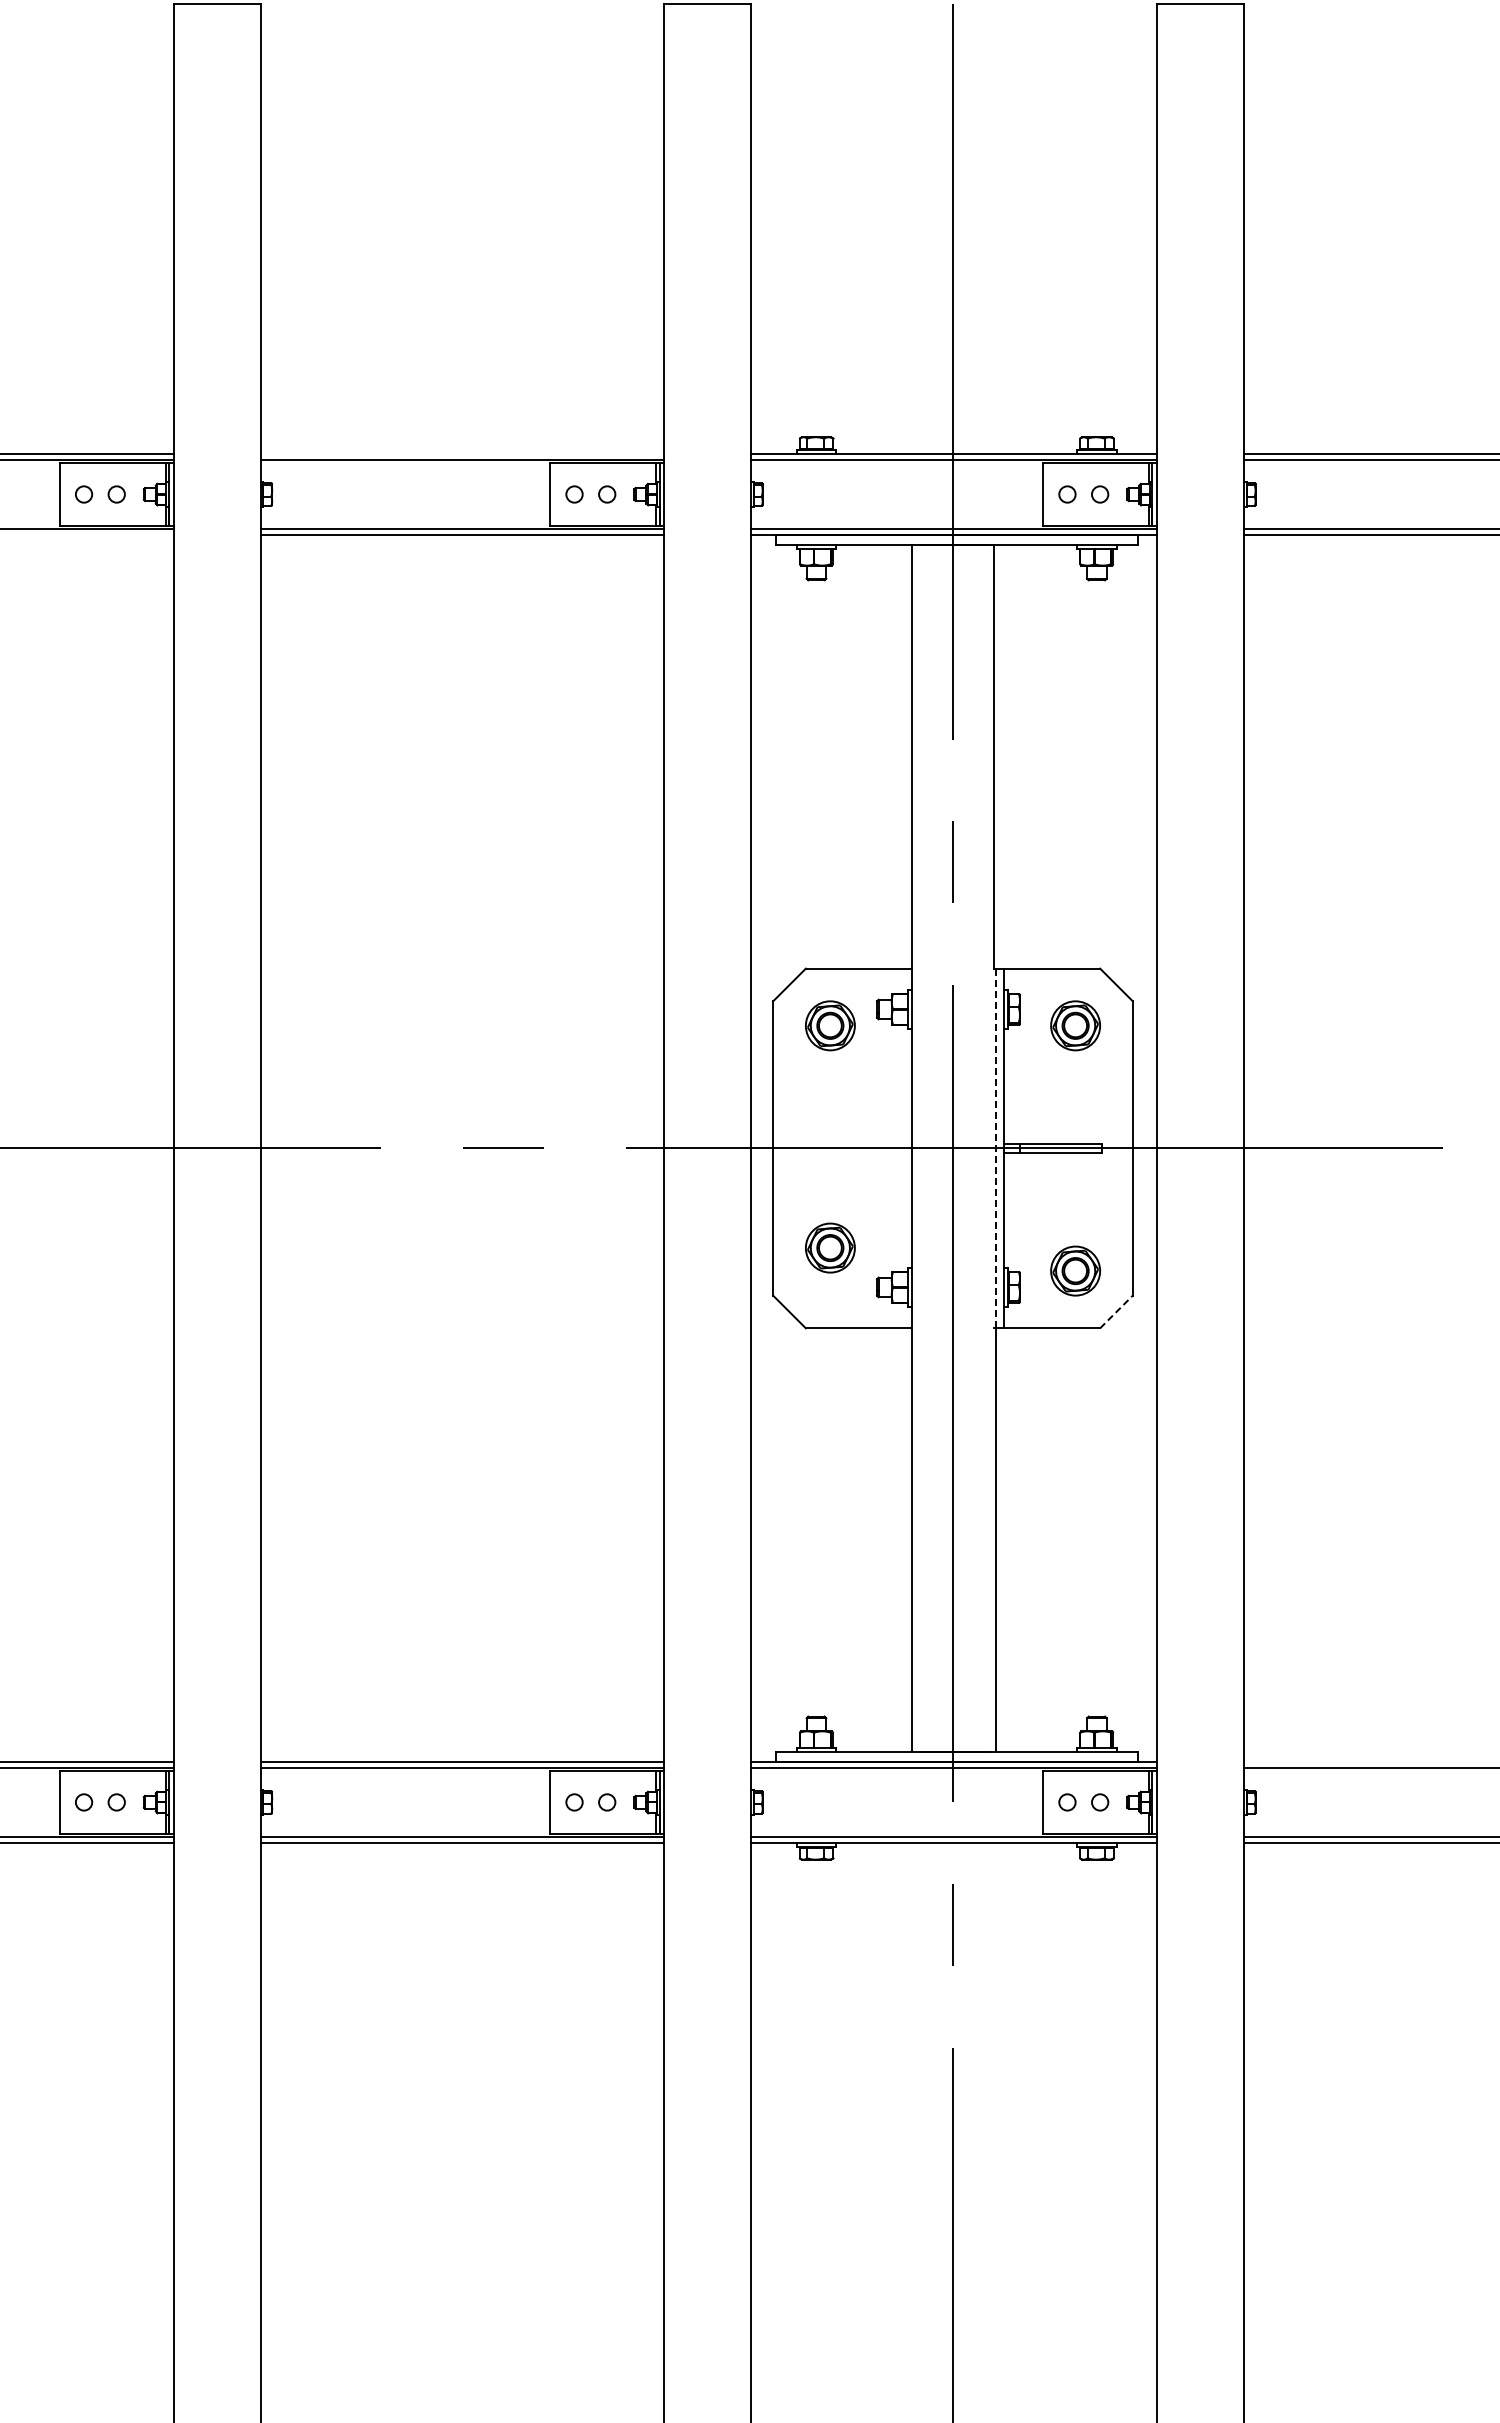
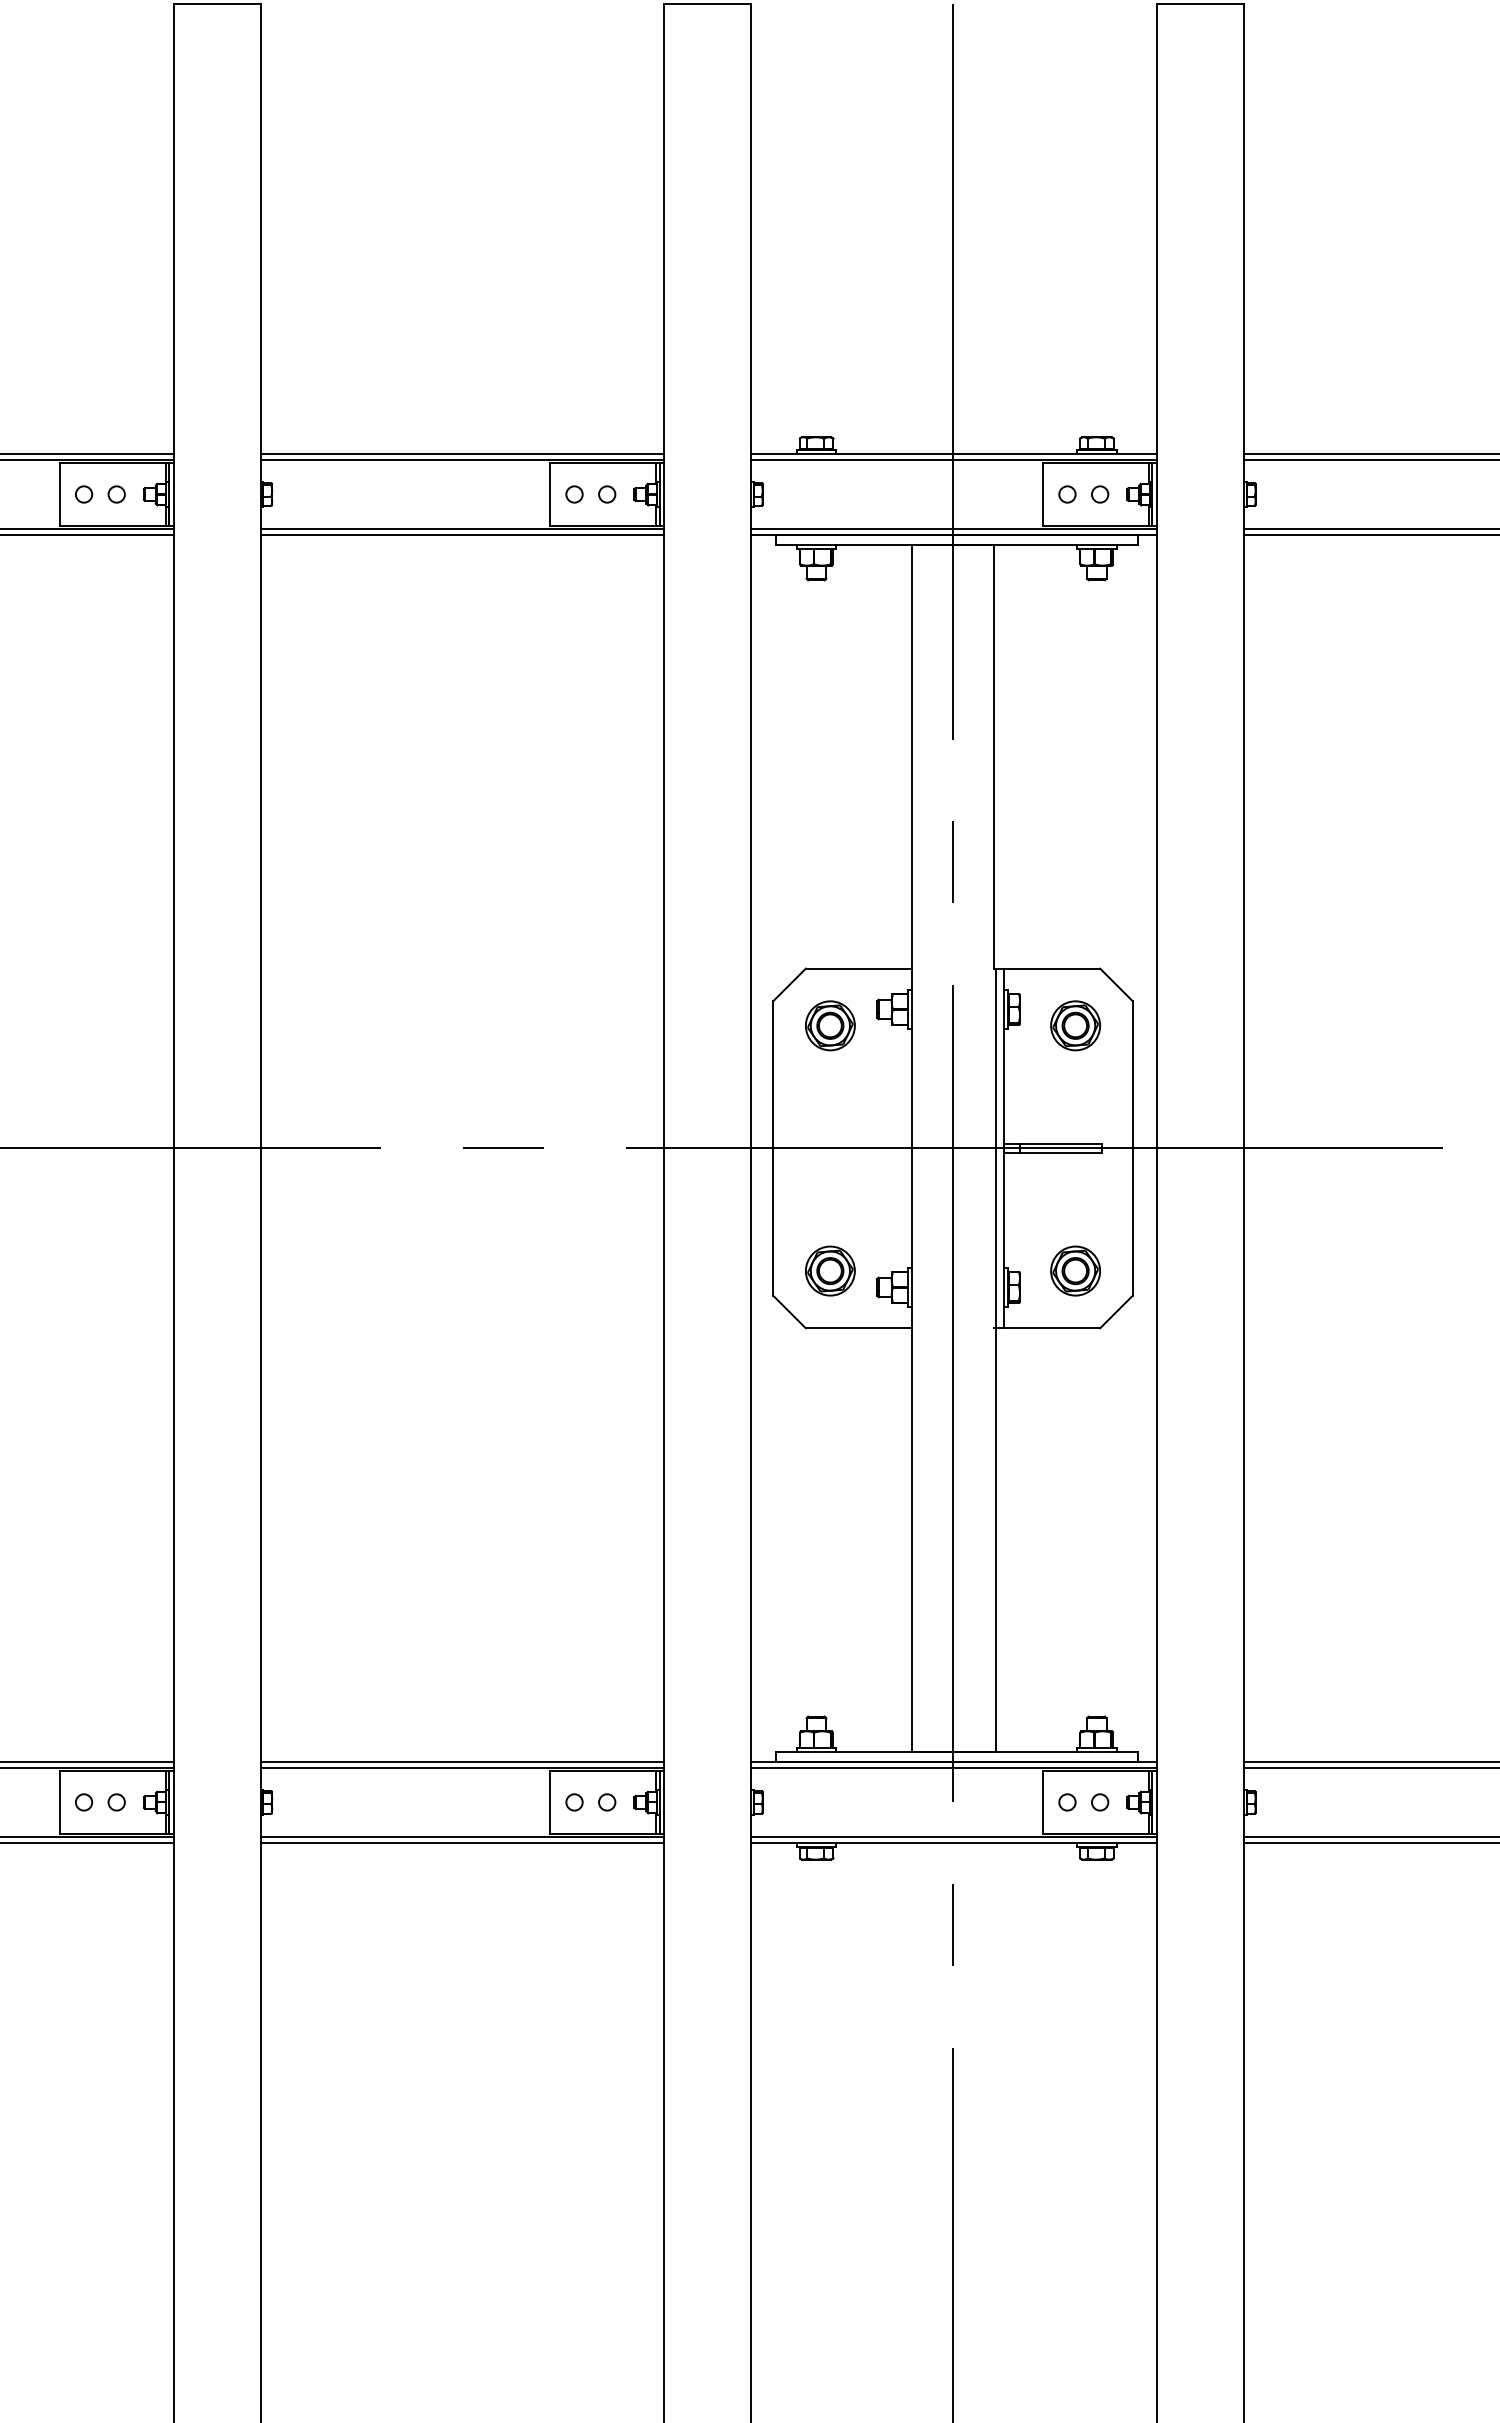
line at (462, 453): none -> present
line at (87, 535): none -> present
line at (996, 1148): dashed -> solid
part at (830, 1247) position: (830, 1247) -> (830, 1270)
line at (1116, 1311): dashed -> solid
line at (1370, 1761): none -> present
